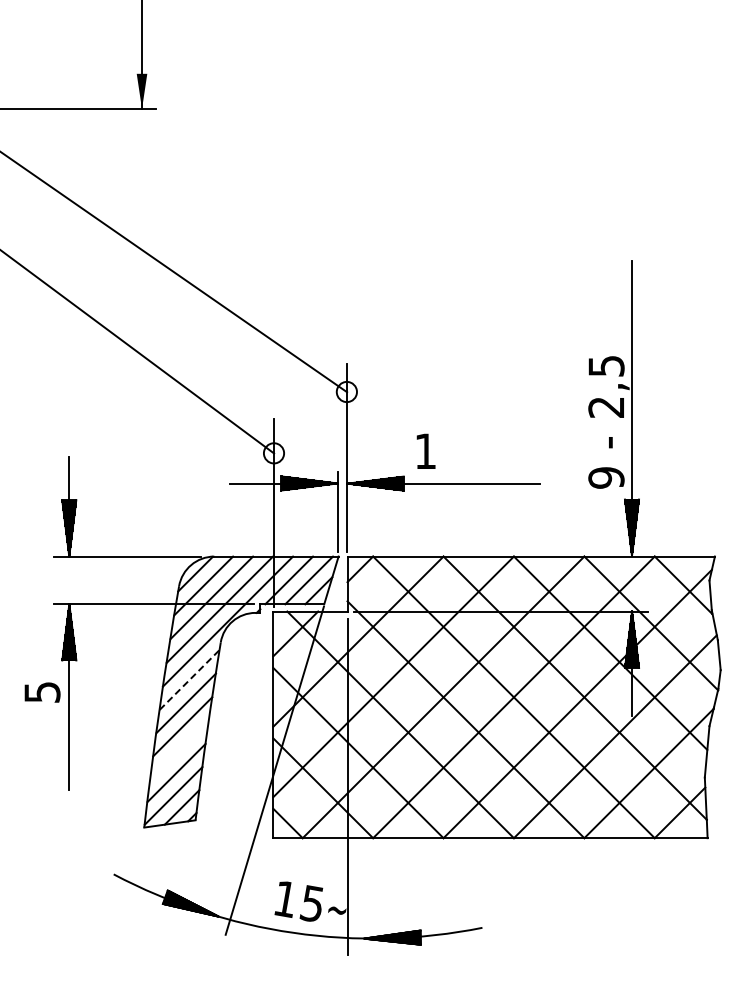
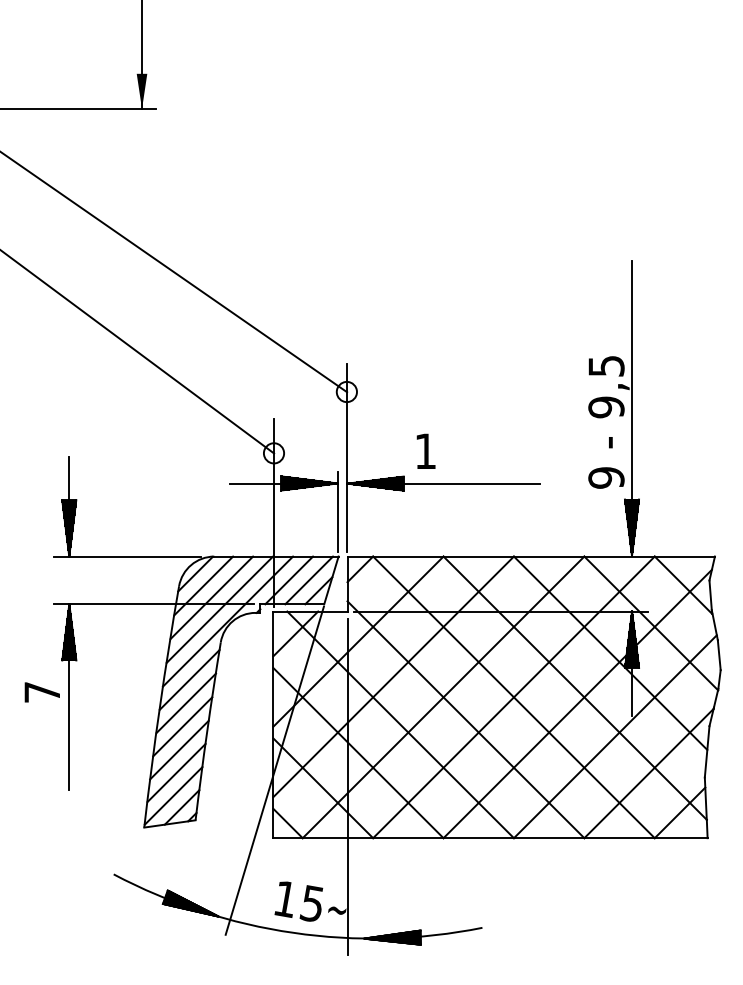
text at (606, 407): 2,5 -> 9,5
line at (190, 679): dashed -> solid
text at (42, 692): 5 -> 7
line at (179, 749): none -> present
